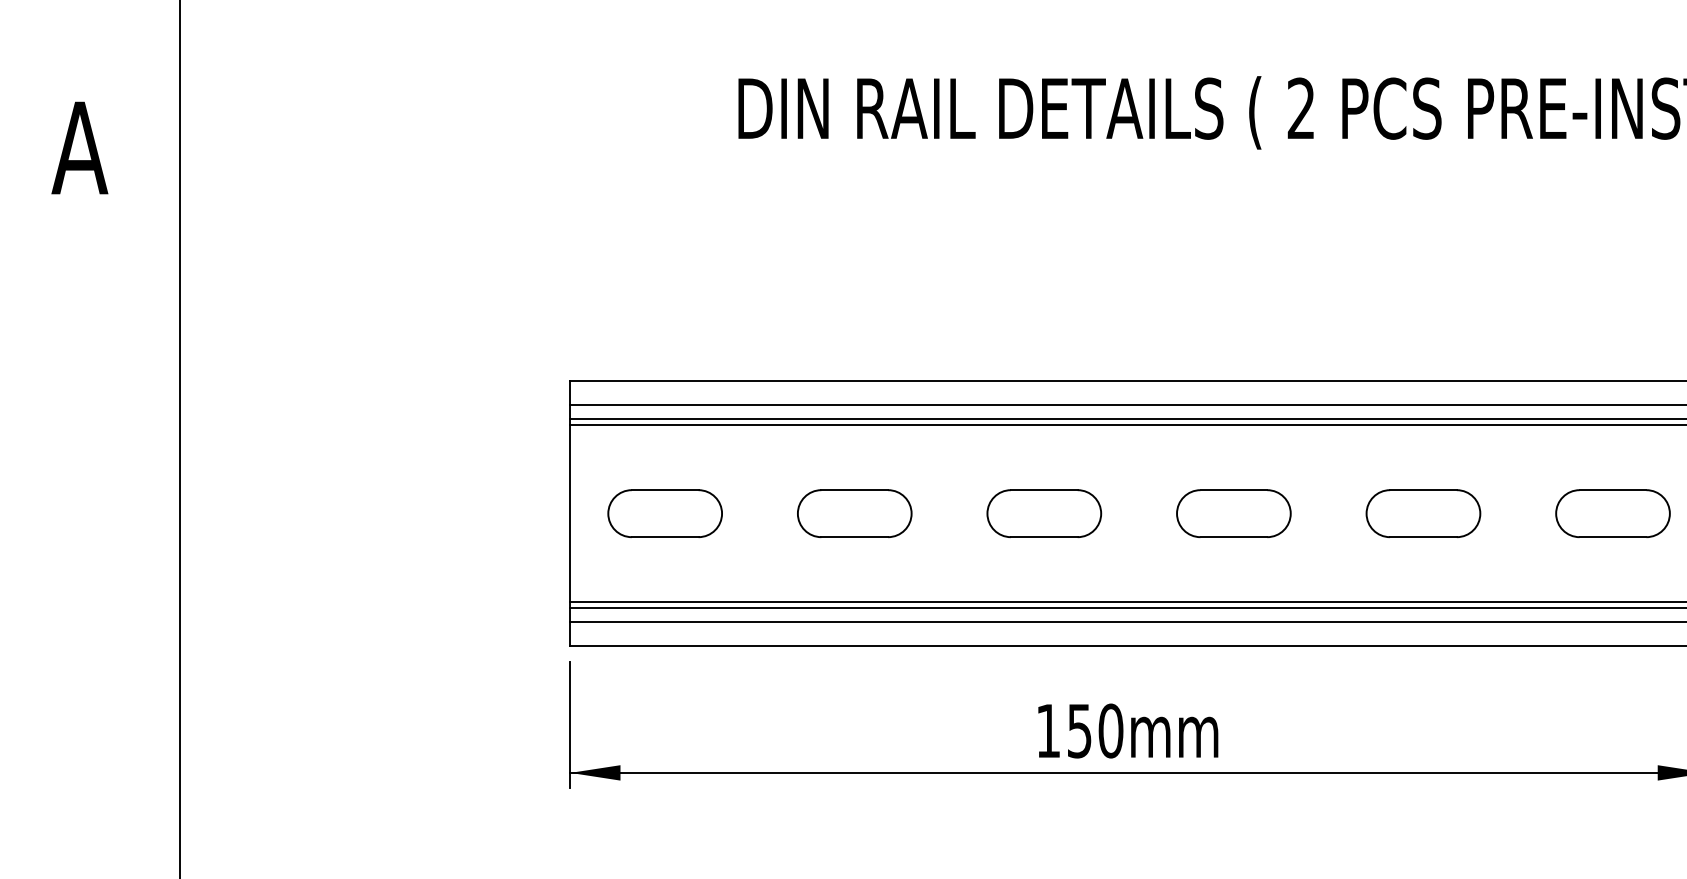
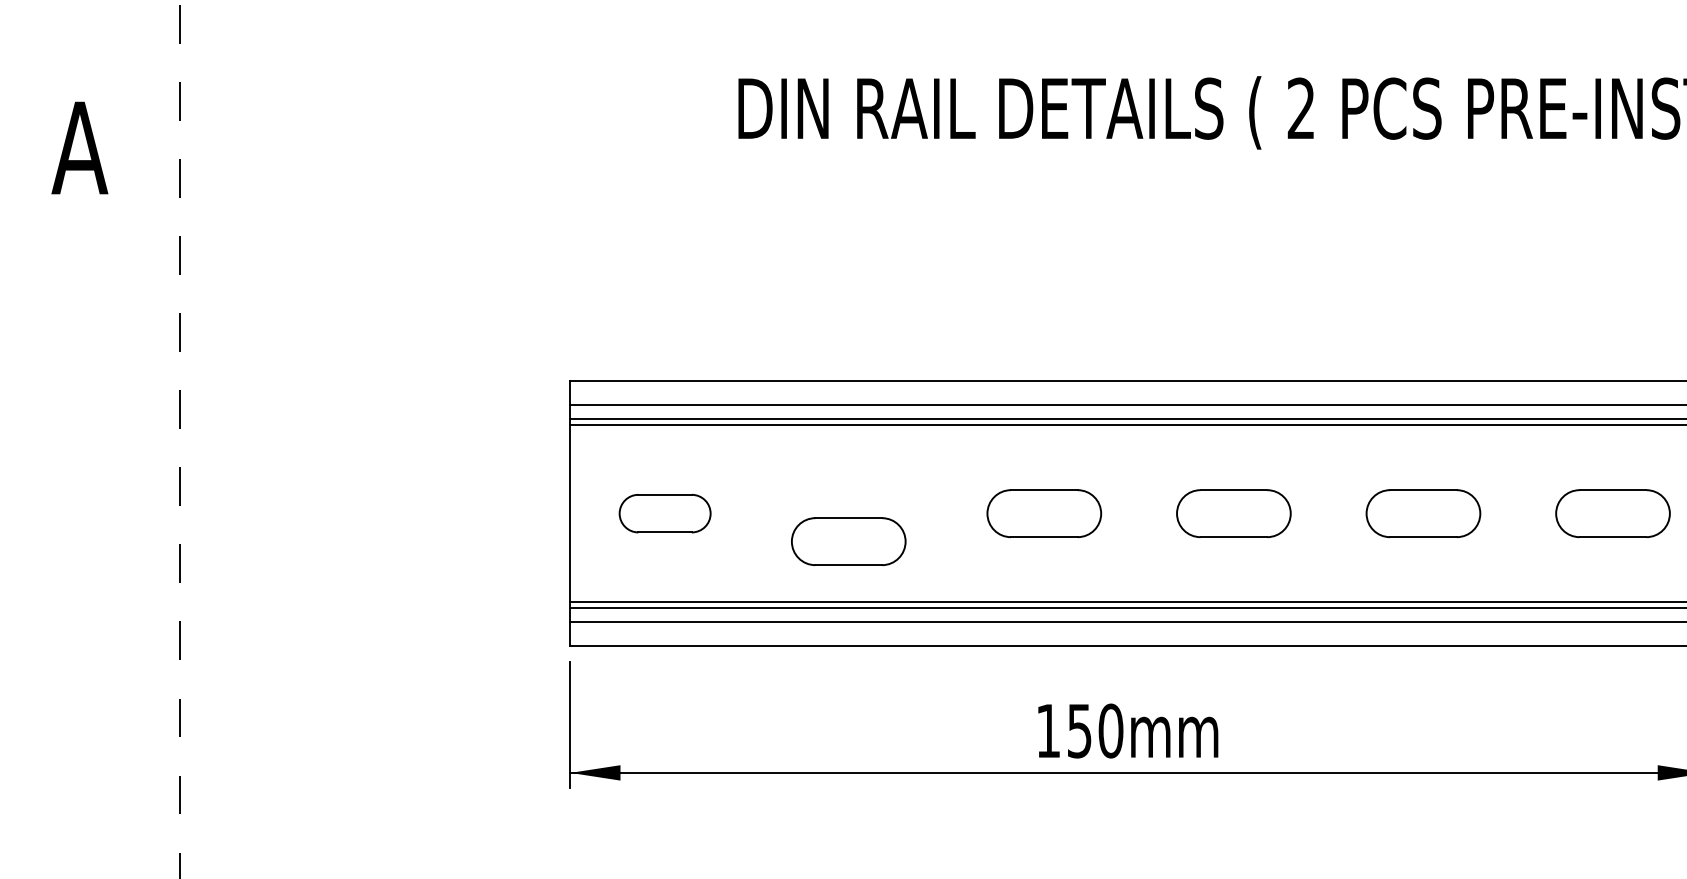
line at (179, 439): solid -> dashed
part at (664, 513) size: 116x49 px -> 94x40 px
part at (854, 513) position: (854, 513) -> (848, 541)
